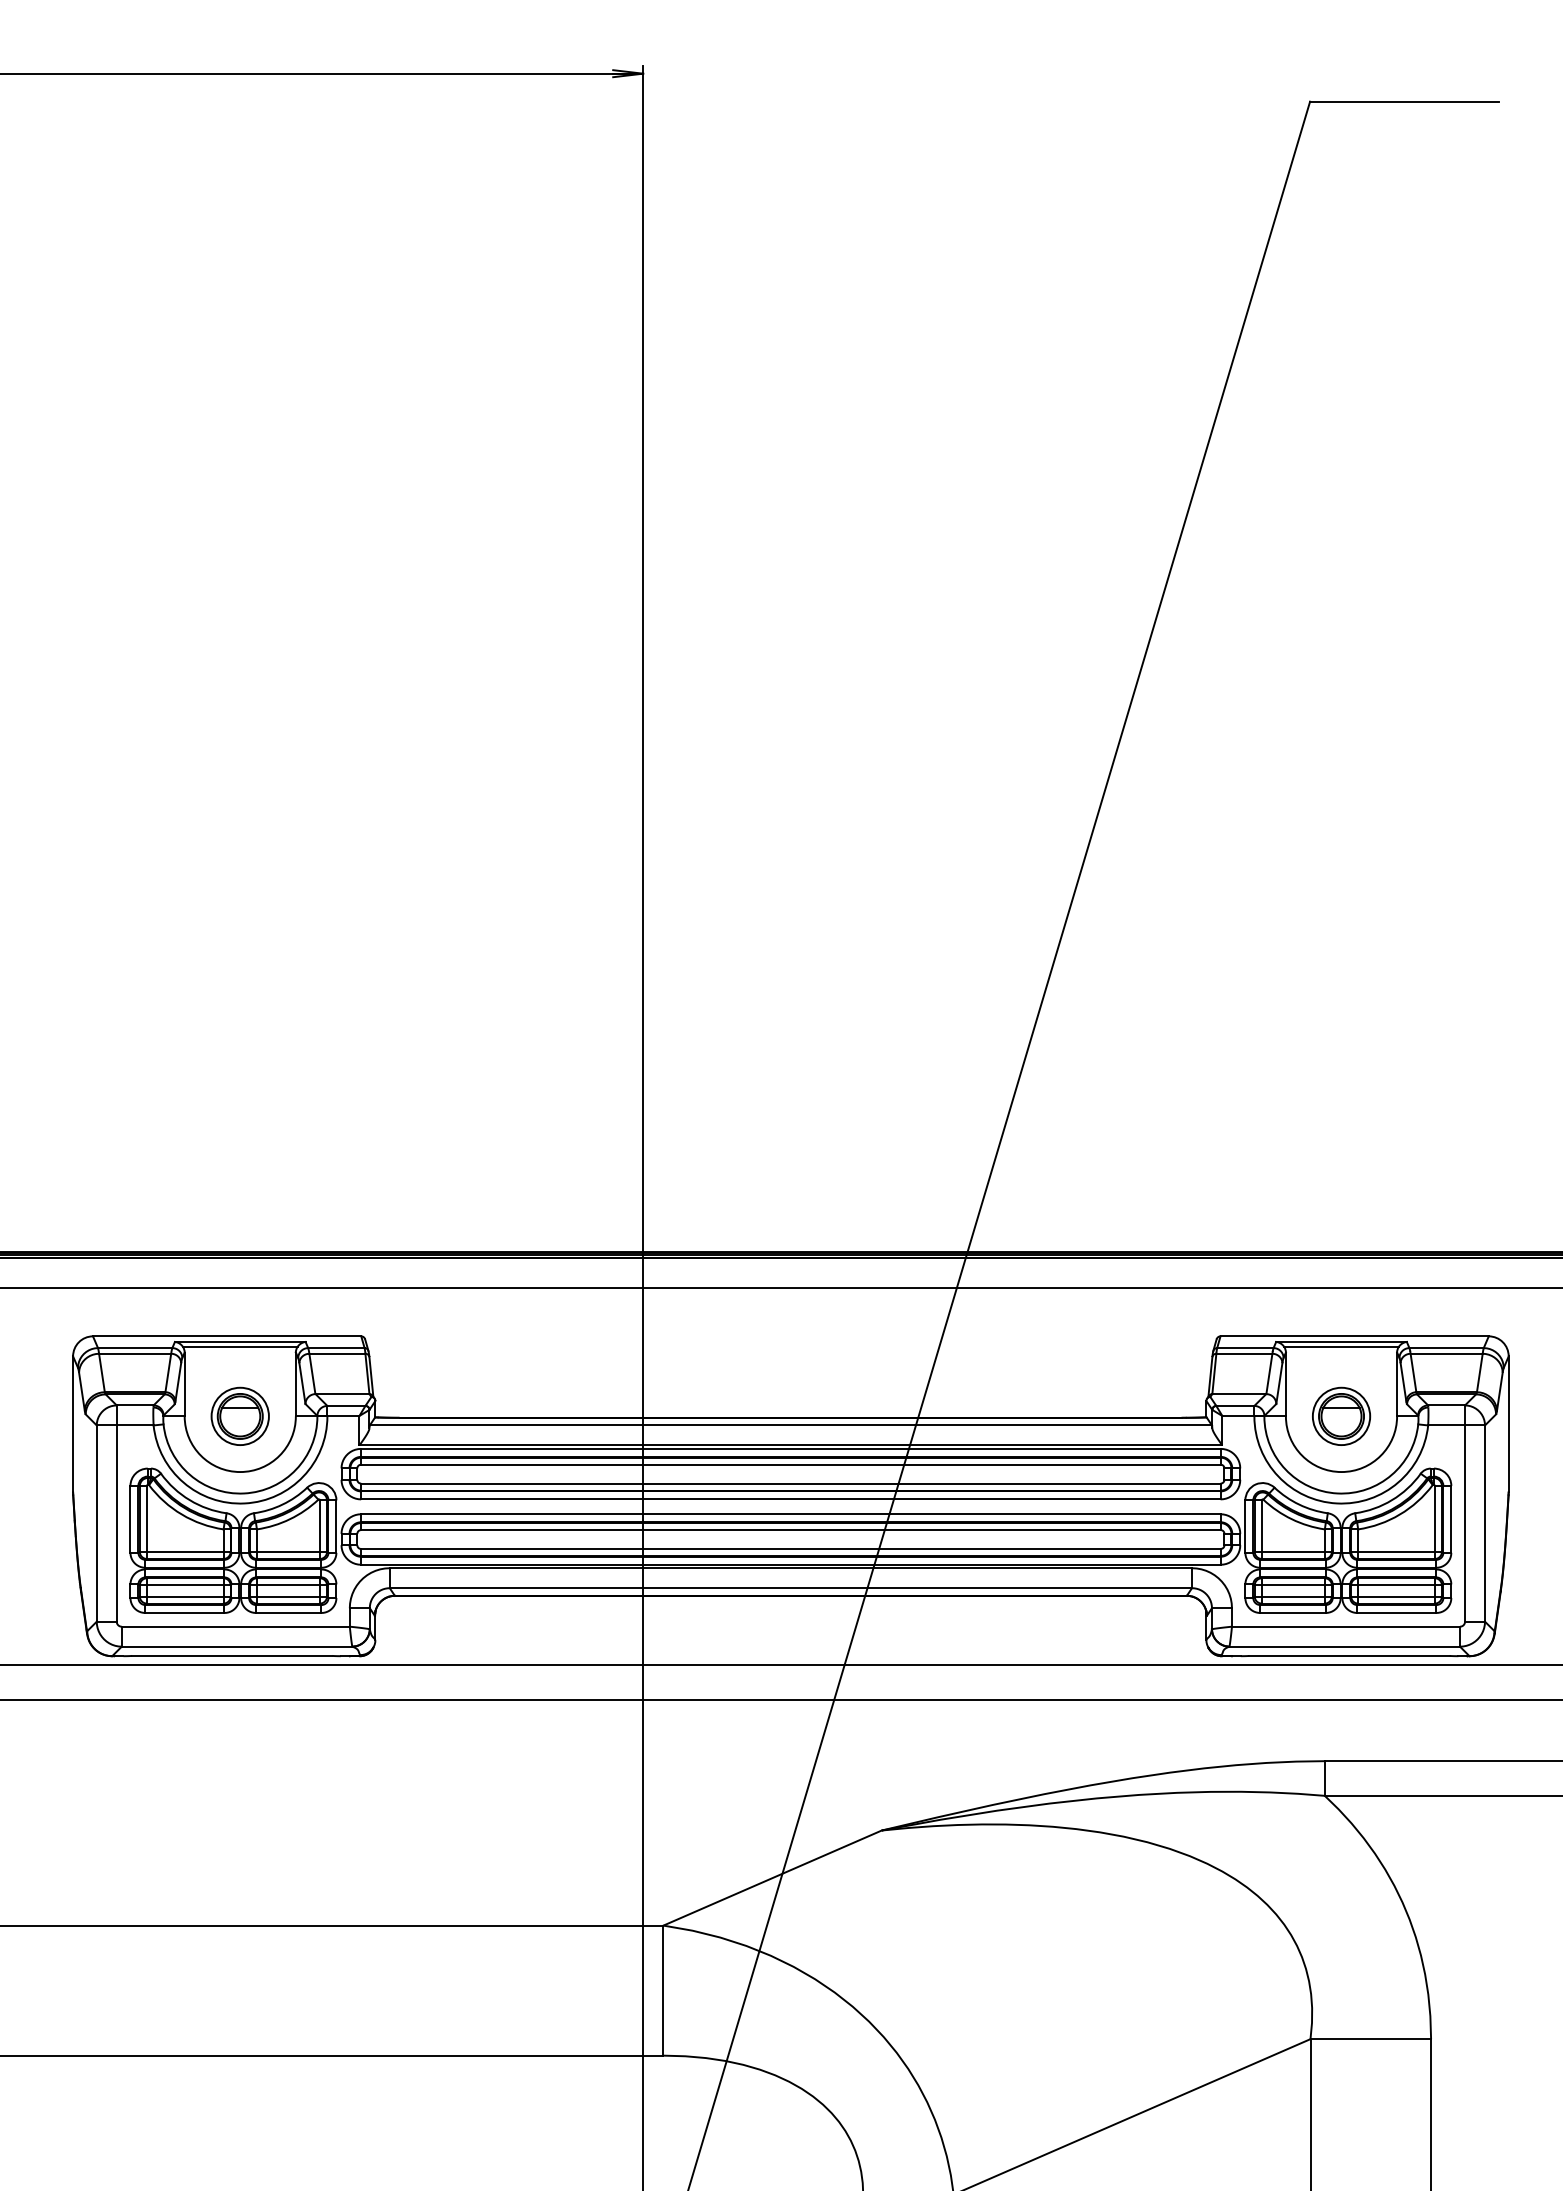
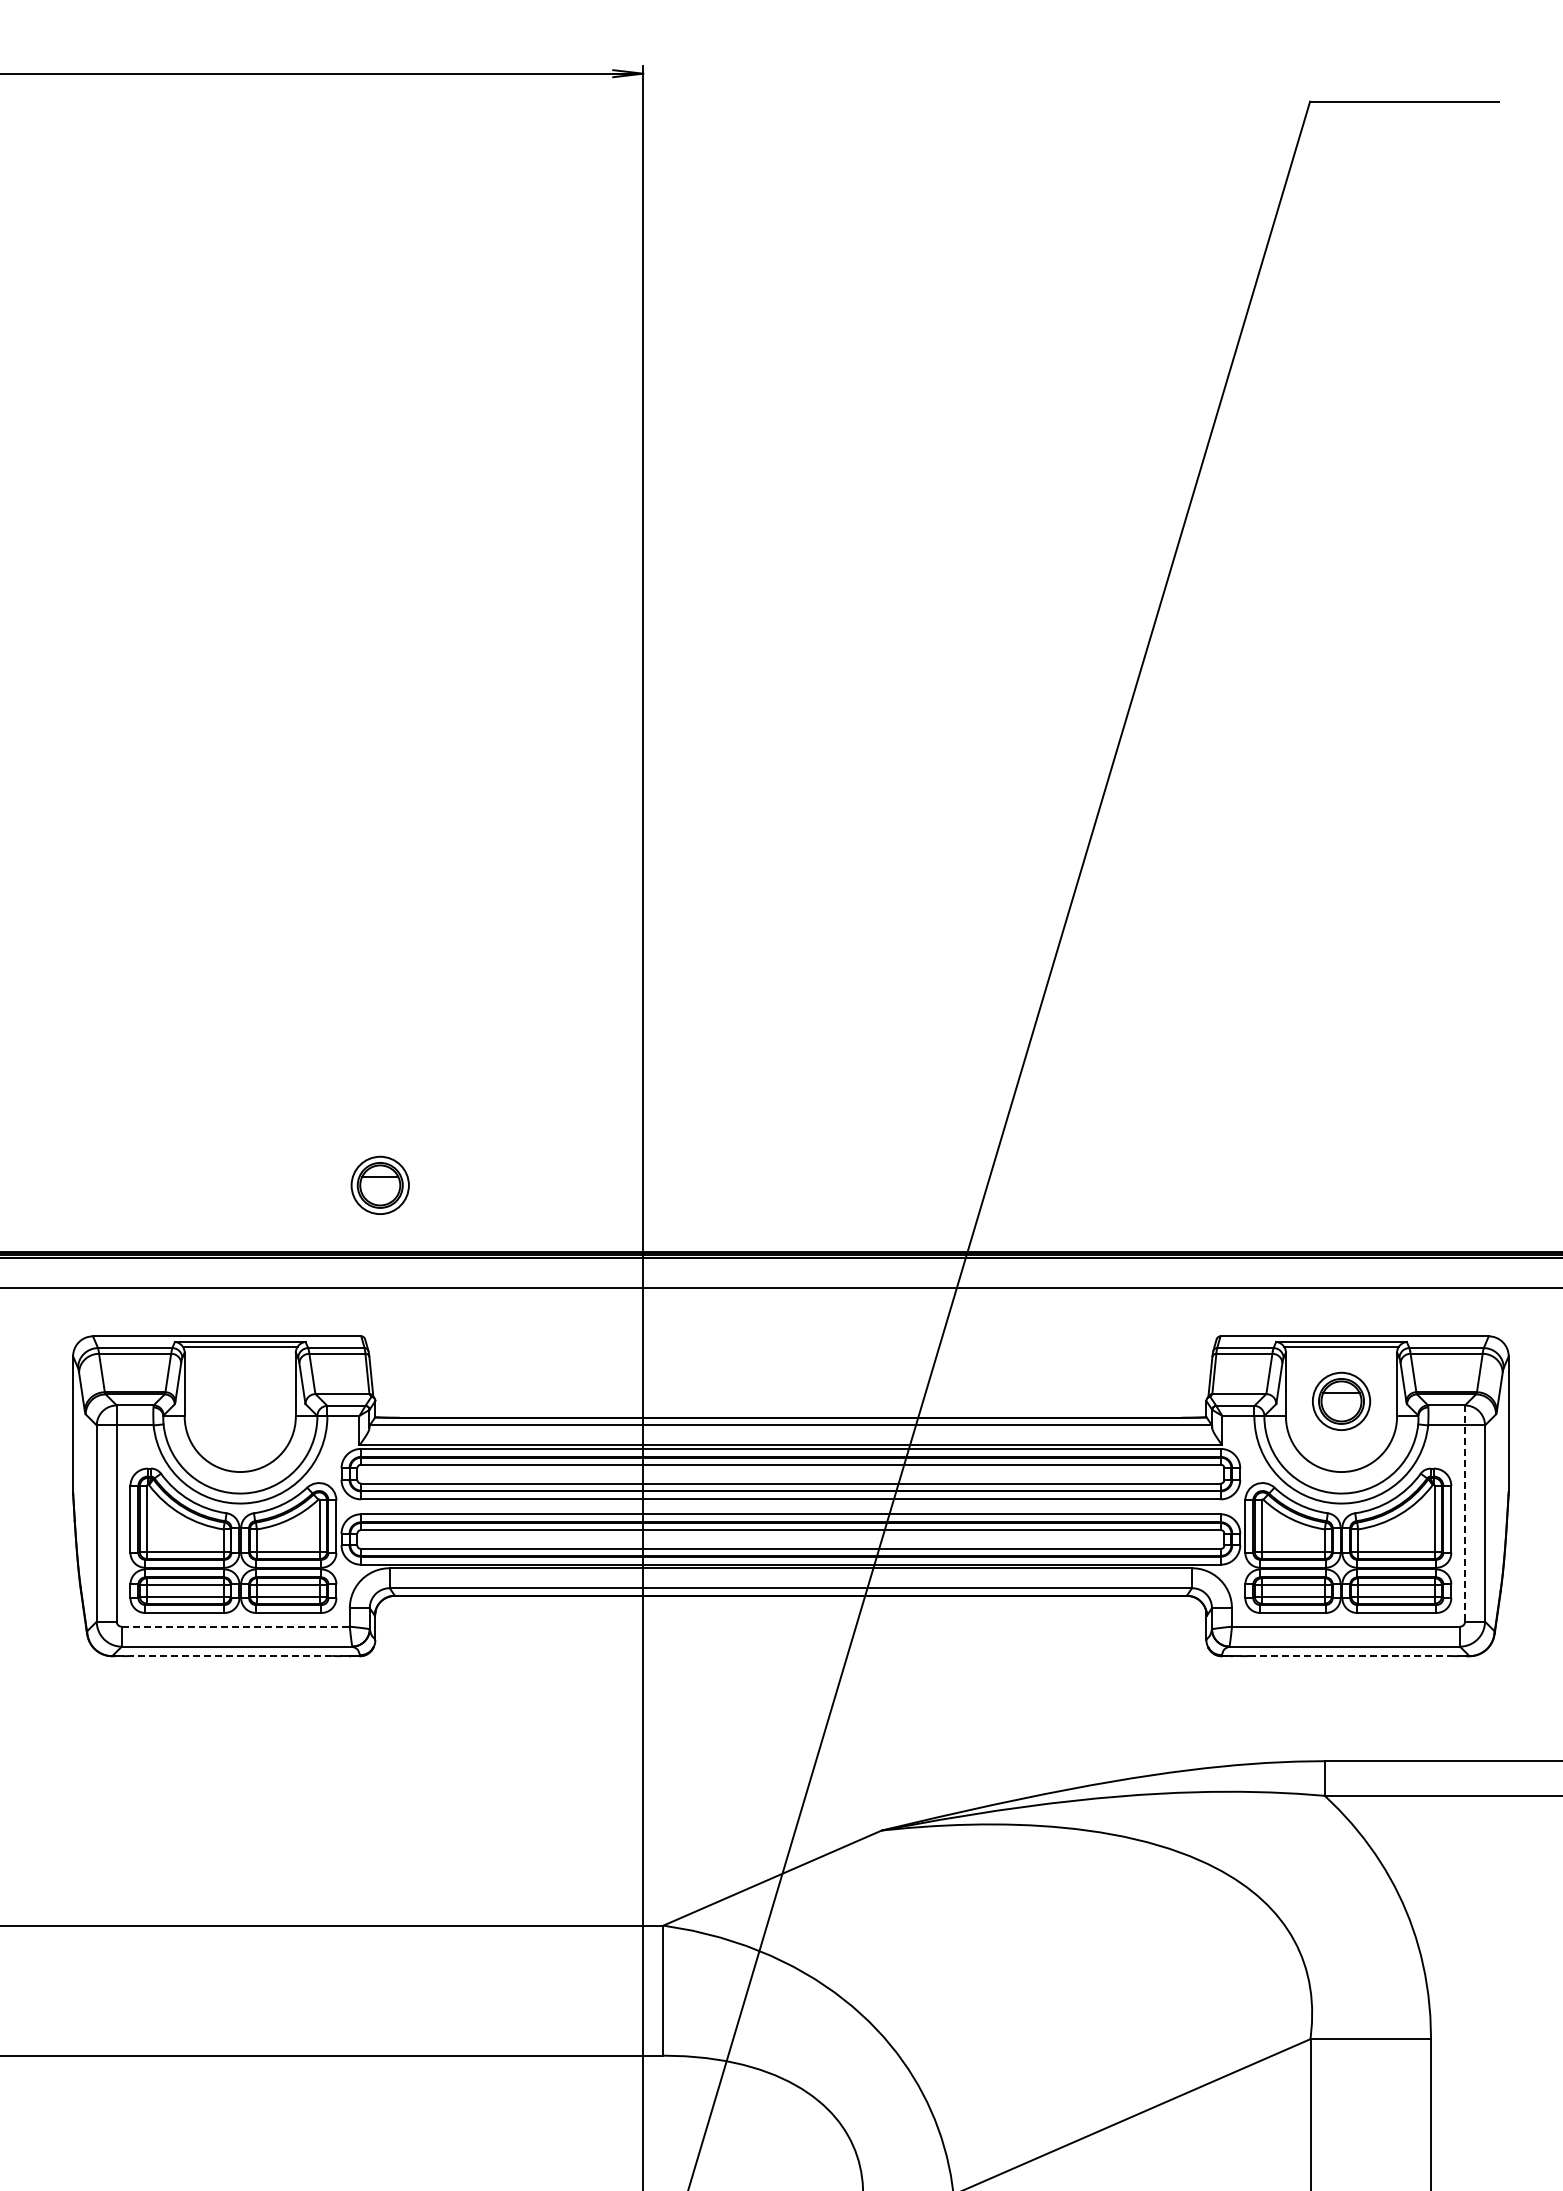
part at (239, 1415) position: (239, 1415) -> (379, 1184)
part at (1341, 1415) position: (1341, 1415) -> (1341, 1400)
line at (1465, 1514): solid -> dashed
line at (236, 1626): solid -> dashed
line at (231, 1655): solid -> dashed
line at (1350, 1655): solid -> dashed
line at (780, 1664): present -> none
line at (780, 1699): present -> none
